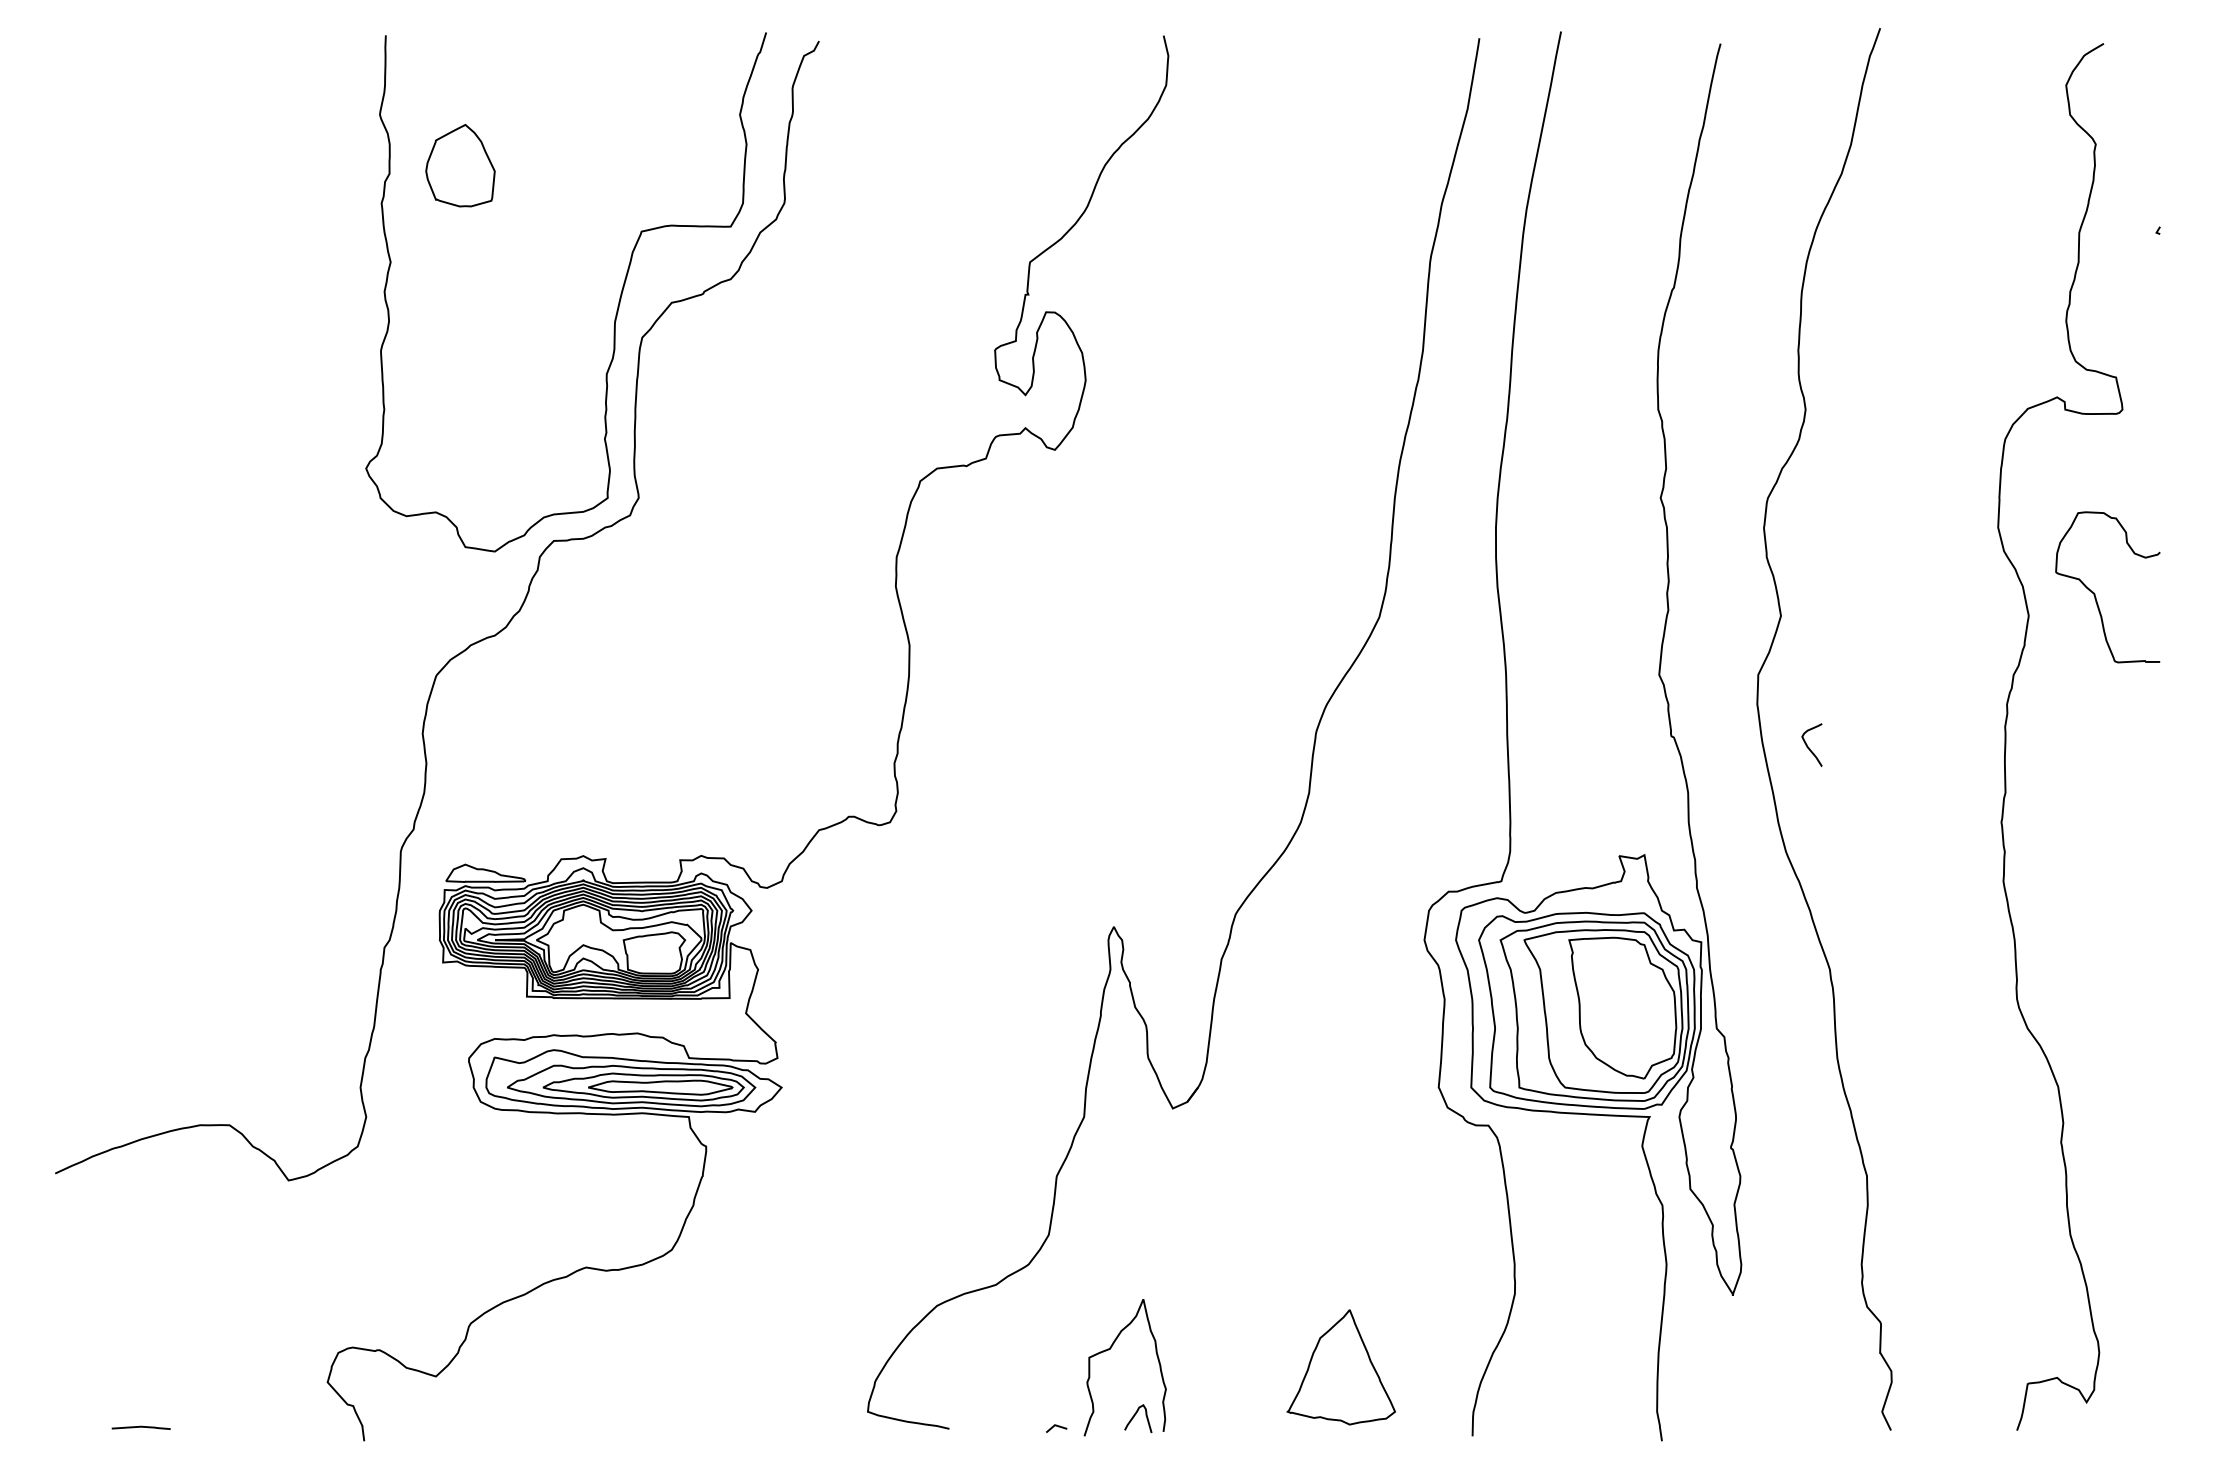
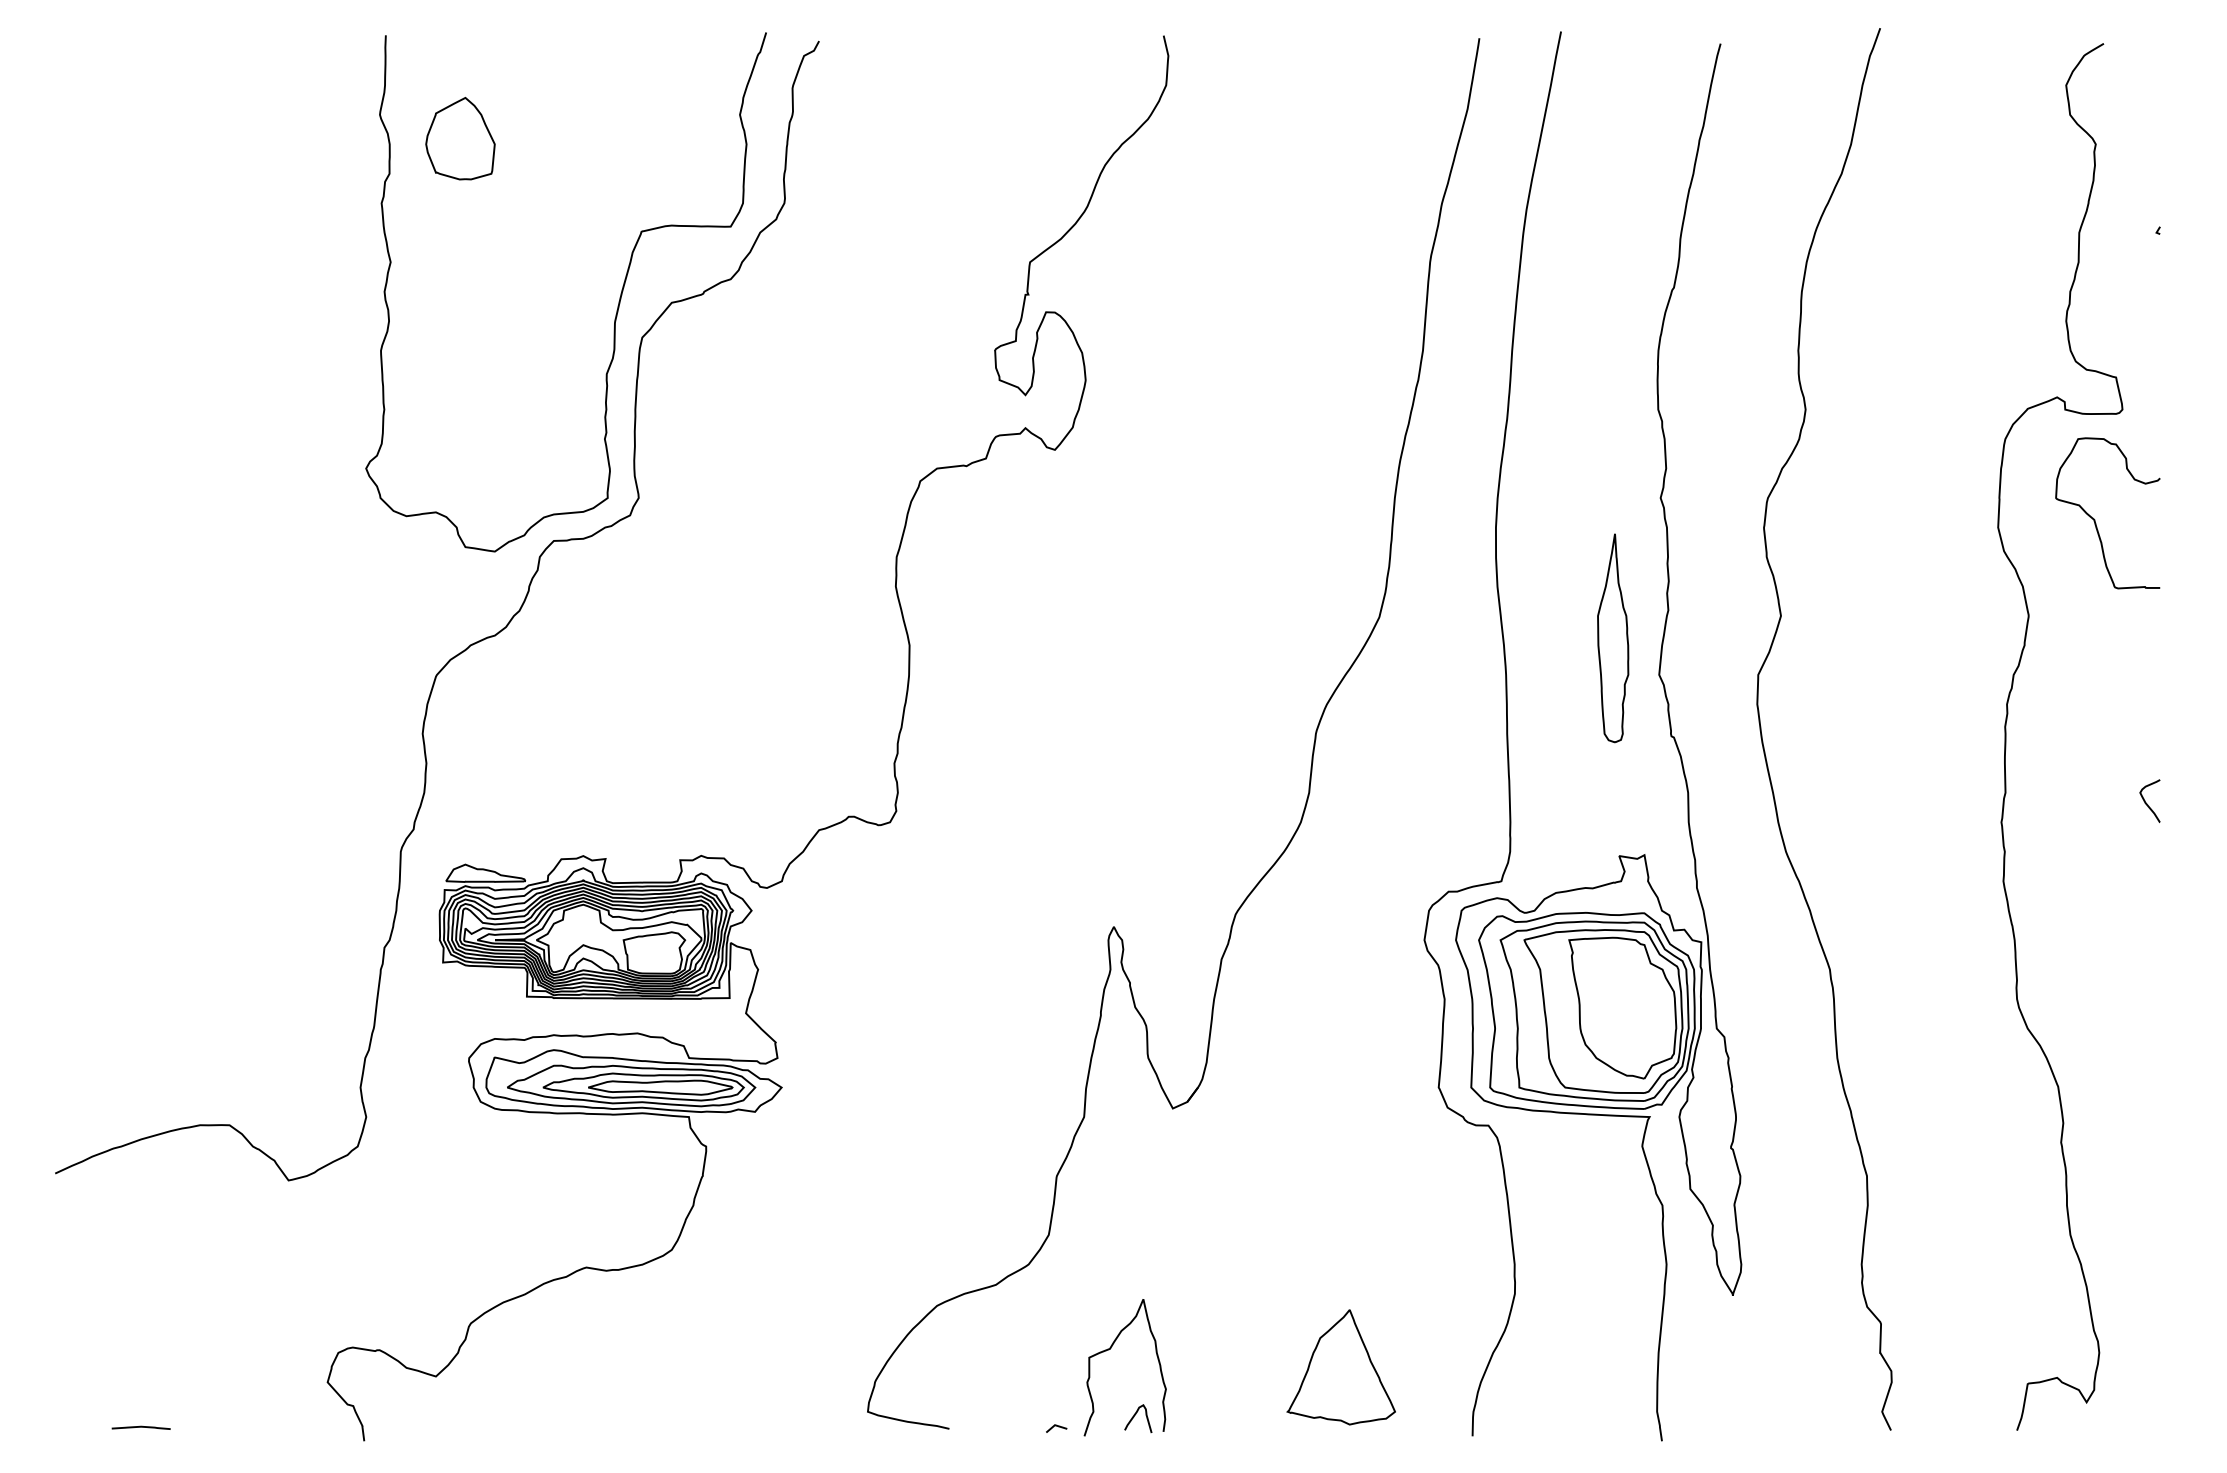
part at (460, 165) position: (460, 165) -> (460, 138)
curve at (2095, 593) position: (2095, 593) -> (2095, 519)
part at (1613, 638): none -> present
curve at (1808, 746) position: (1808, 746) -> (2146, 802)
